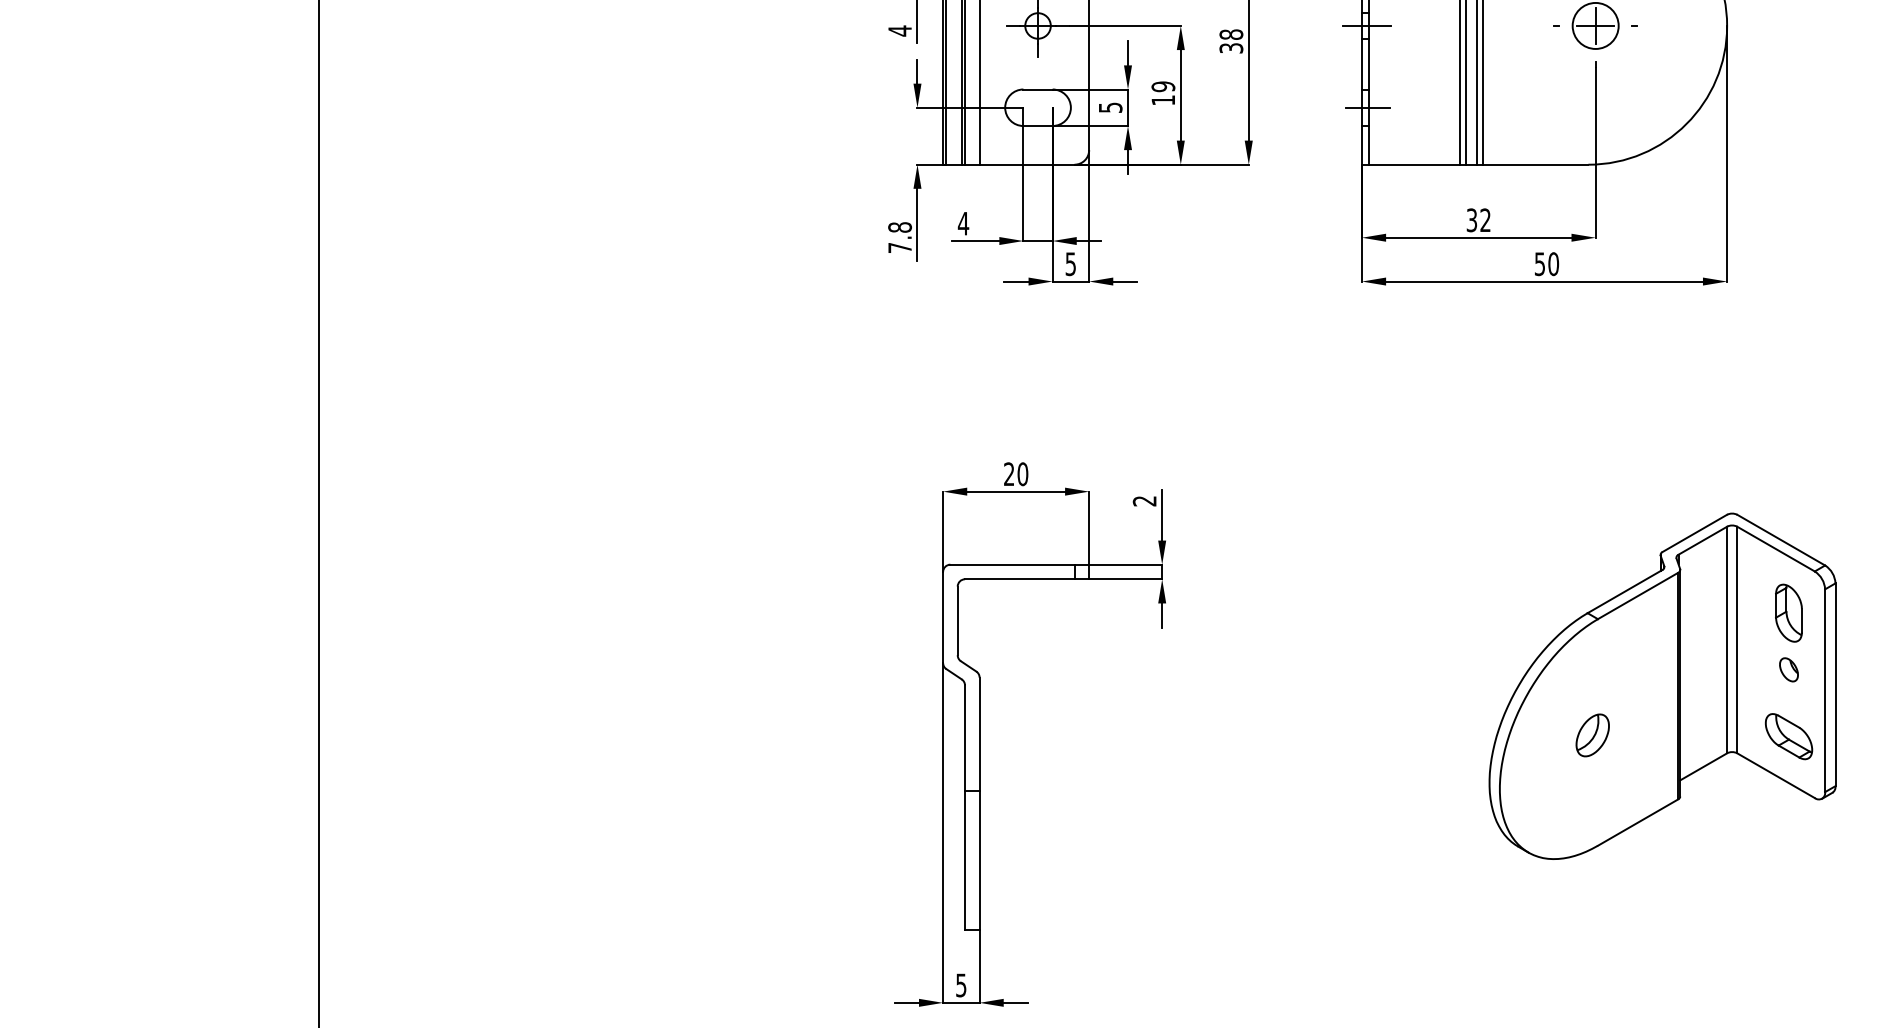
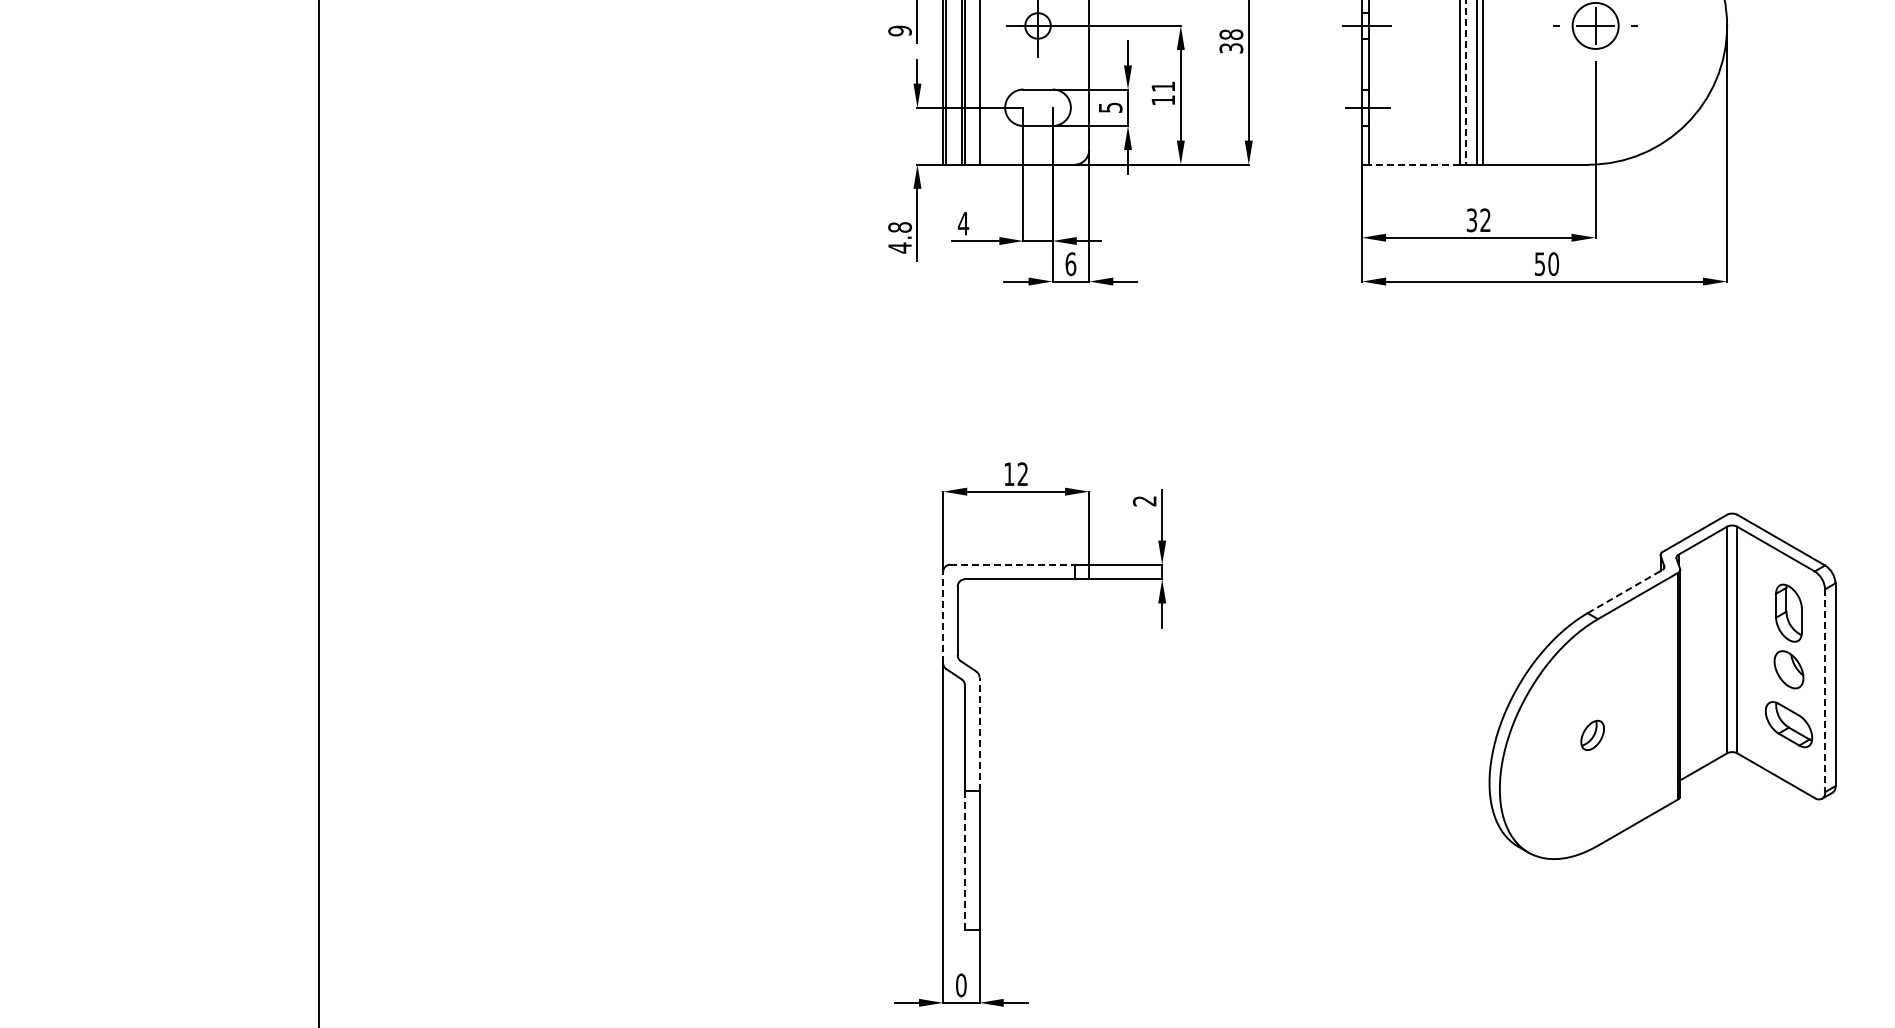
text at (900, 30): 4 -> 9
line at (1466, 82): solid -> dashed
text at (1163, 86): 19 -> 11
line at (1414, 164): solid -> dashed
text at (899, 247): 7.8 -> 4.8
text at (1070, 264): 5 -> 6
text at (1016, 474): 20 -> 12
line at (1012, 564): solid -> dashed
line at (1625, 591): solid -> dashed
line at (943, 617): solid -> dashed
part at (1788, 669) size: 20x26 px -> 32x40 px
line at (1825, 691): solid -> dashed
line at (979, 734): solid -> dashed
part at (1592, 735) size: 35x45 px -> 25x32 px
part at (1789, 736) position: (1789, 736) -> (1789, 724)
line at (965, 859): solid -> dashed
text at (961, 985): 5 -> 0
